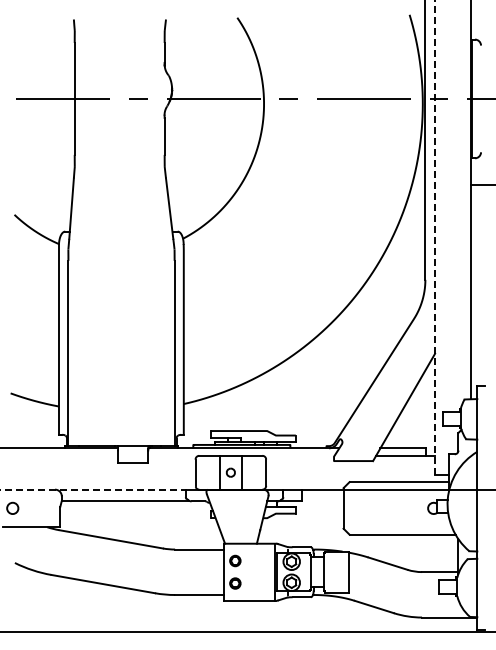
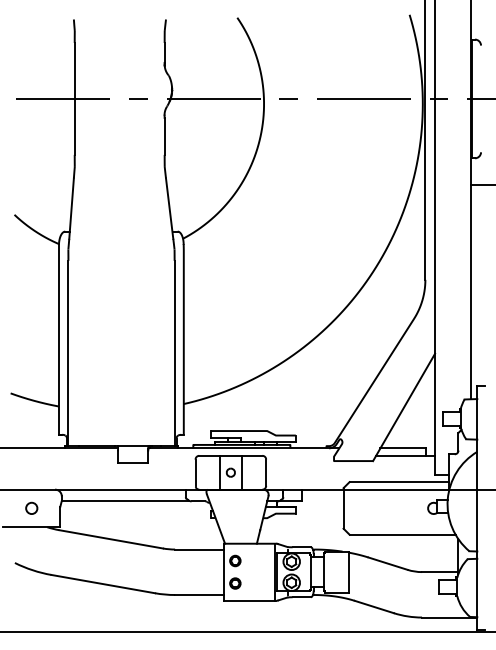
line at (435, 236): dashed -> solid
line at (93, 489): dashed -> solid
circle at (12, 507) position: (12, 507) -> (31, 507)
